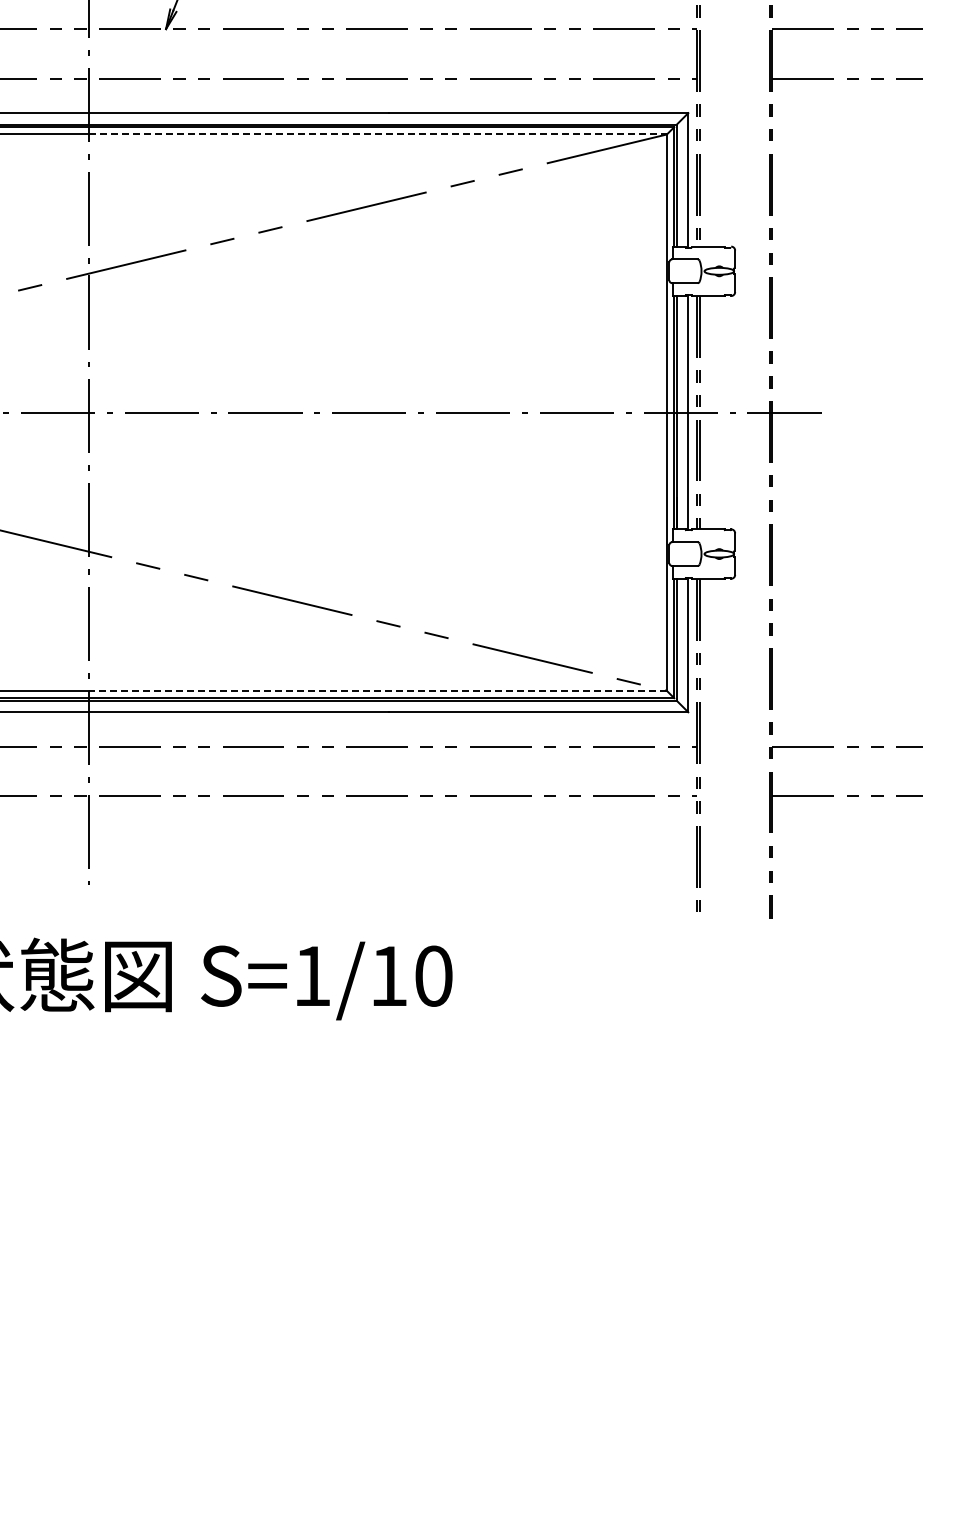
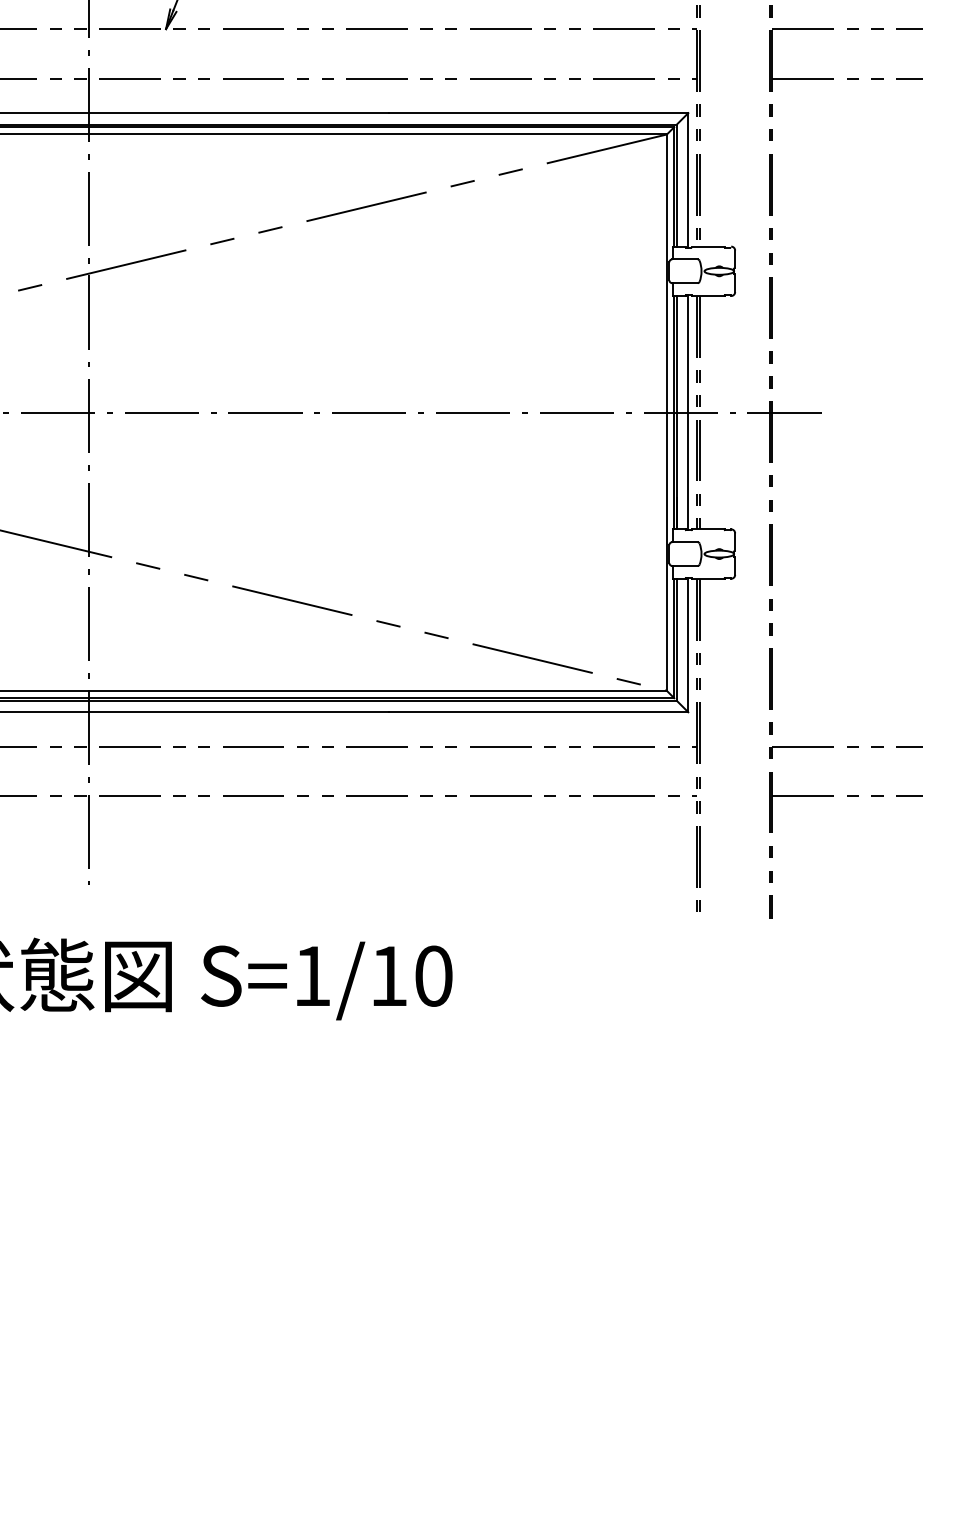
line at (378, 134): dashed -> solid
line at (378, 690): dashed -> solid
